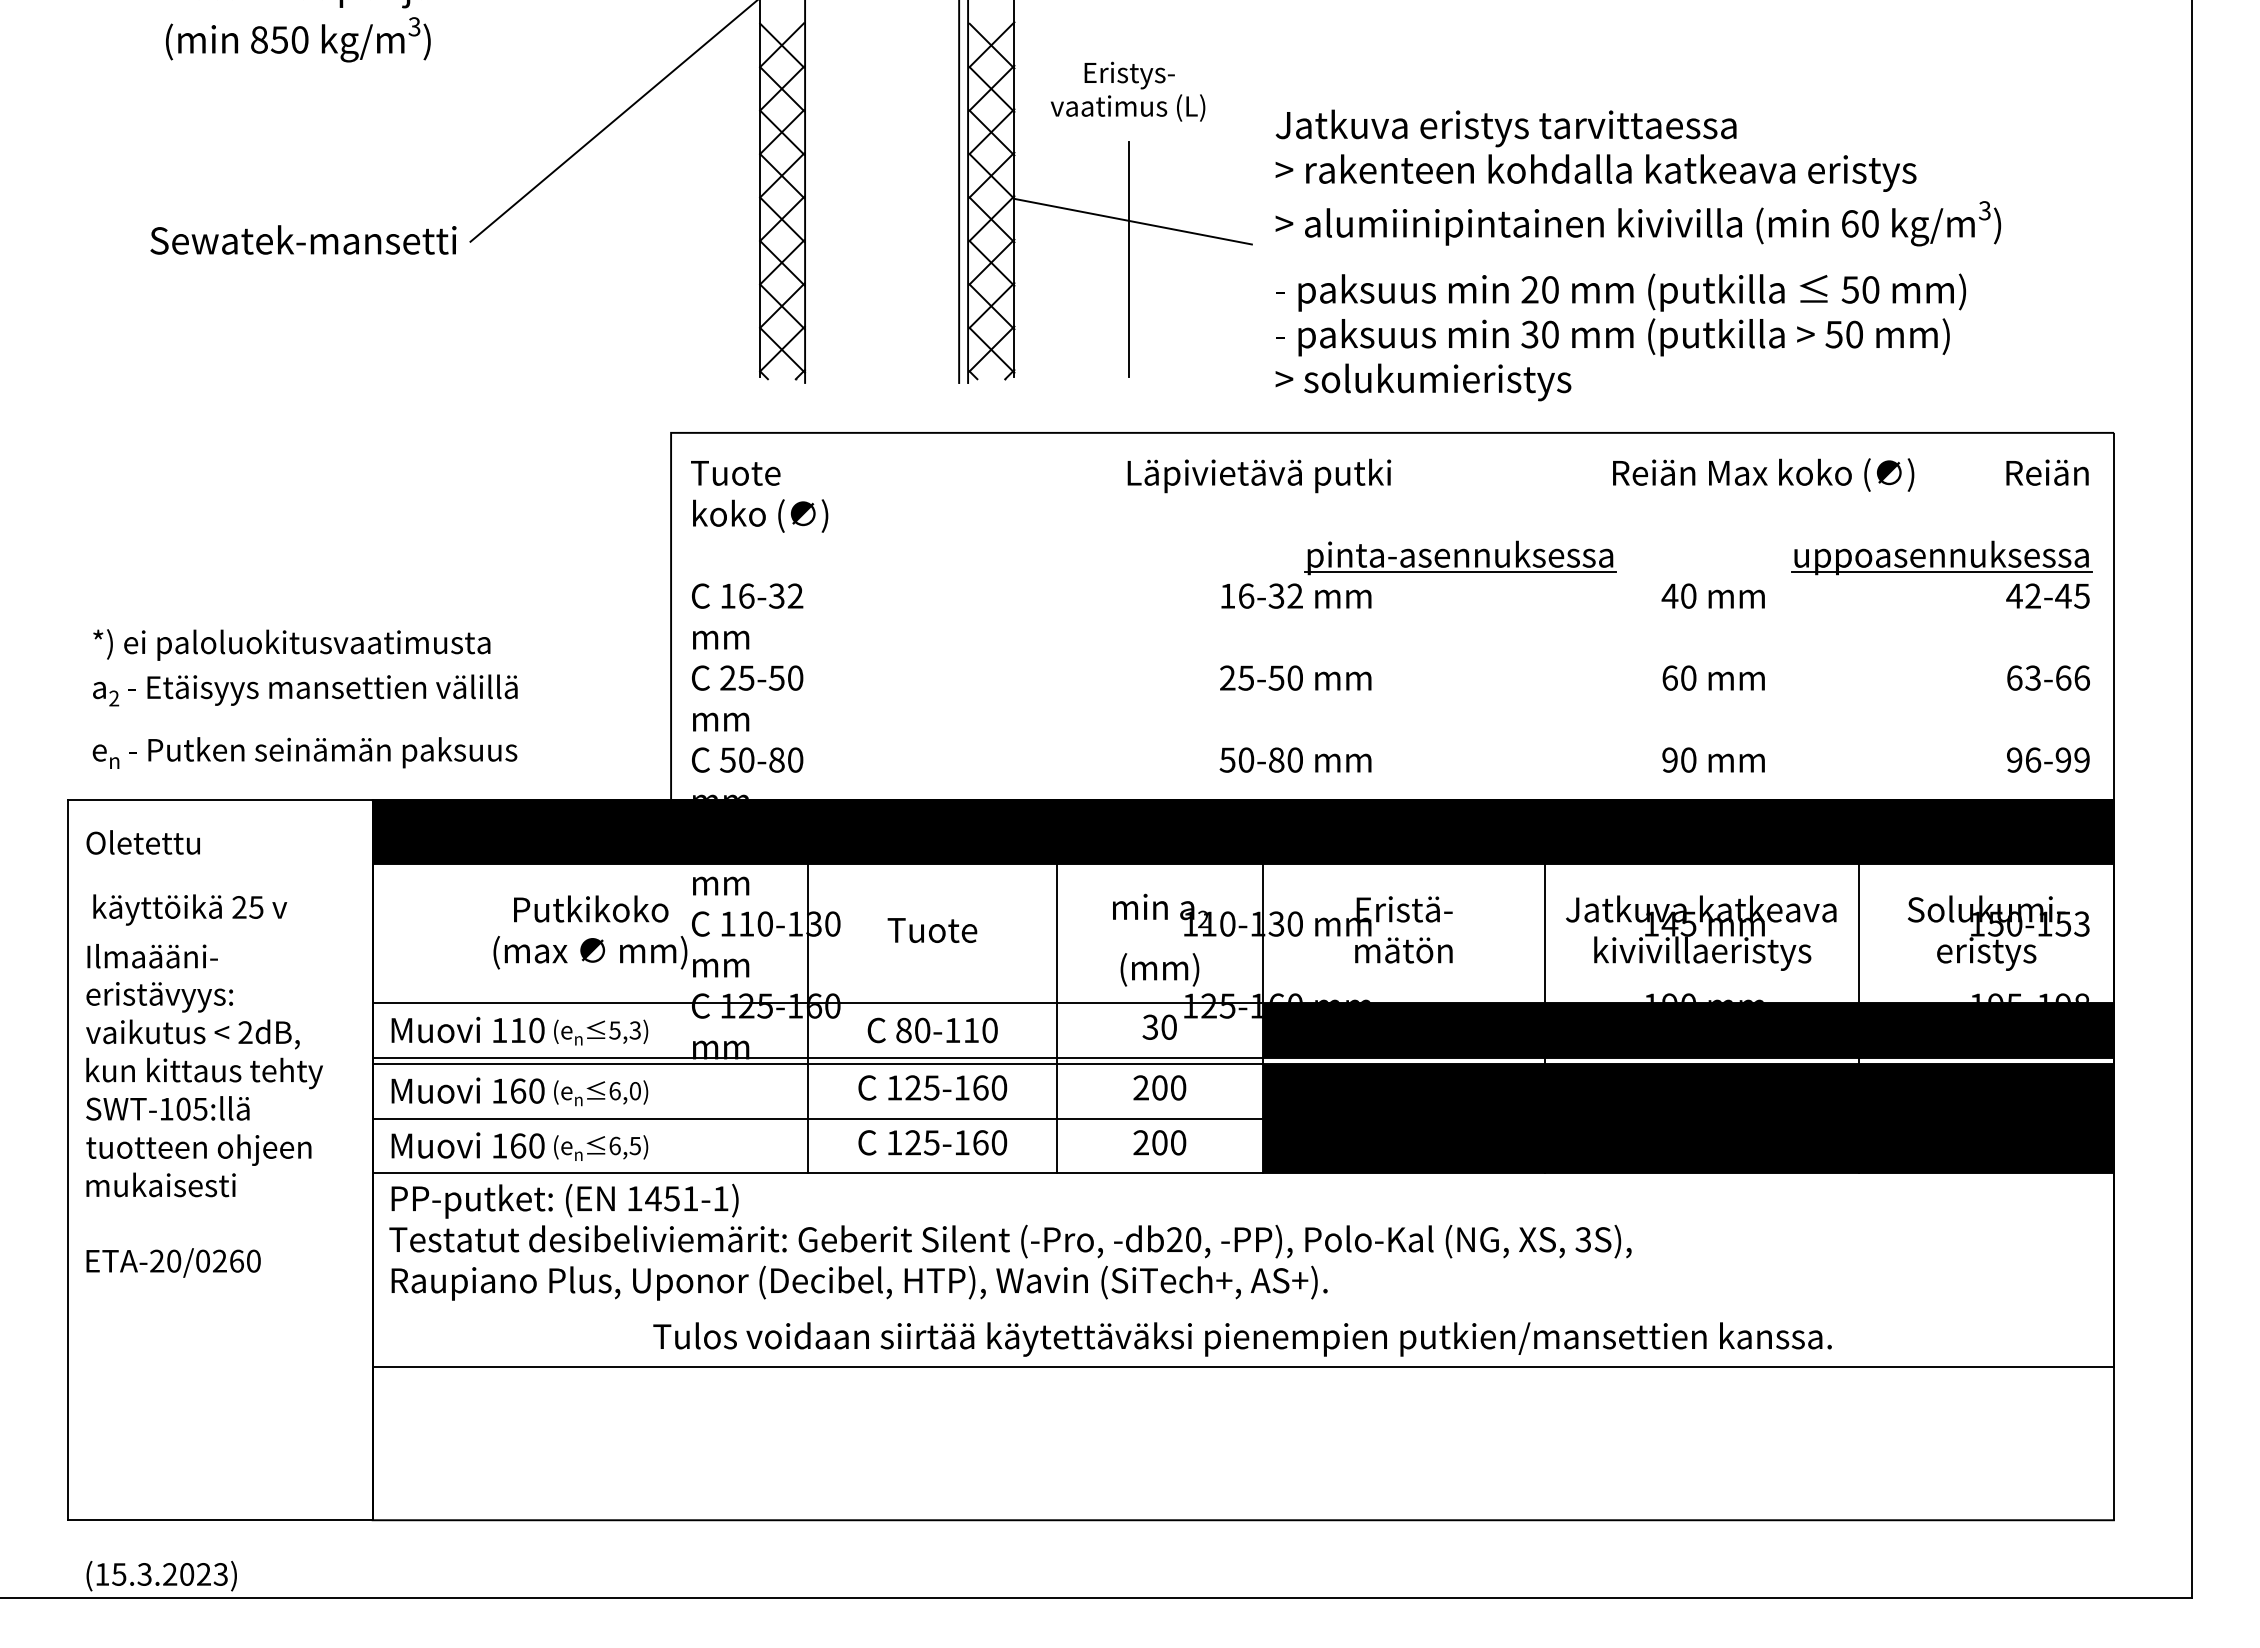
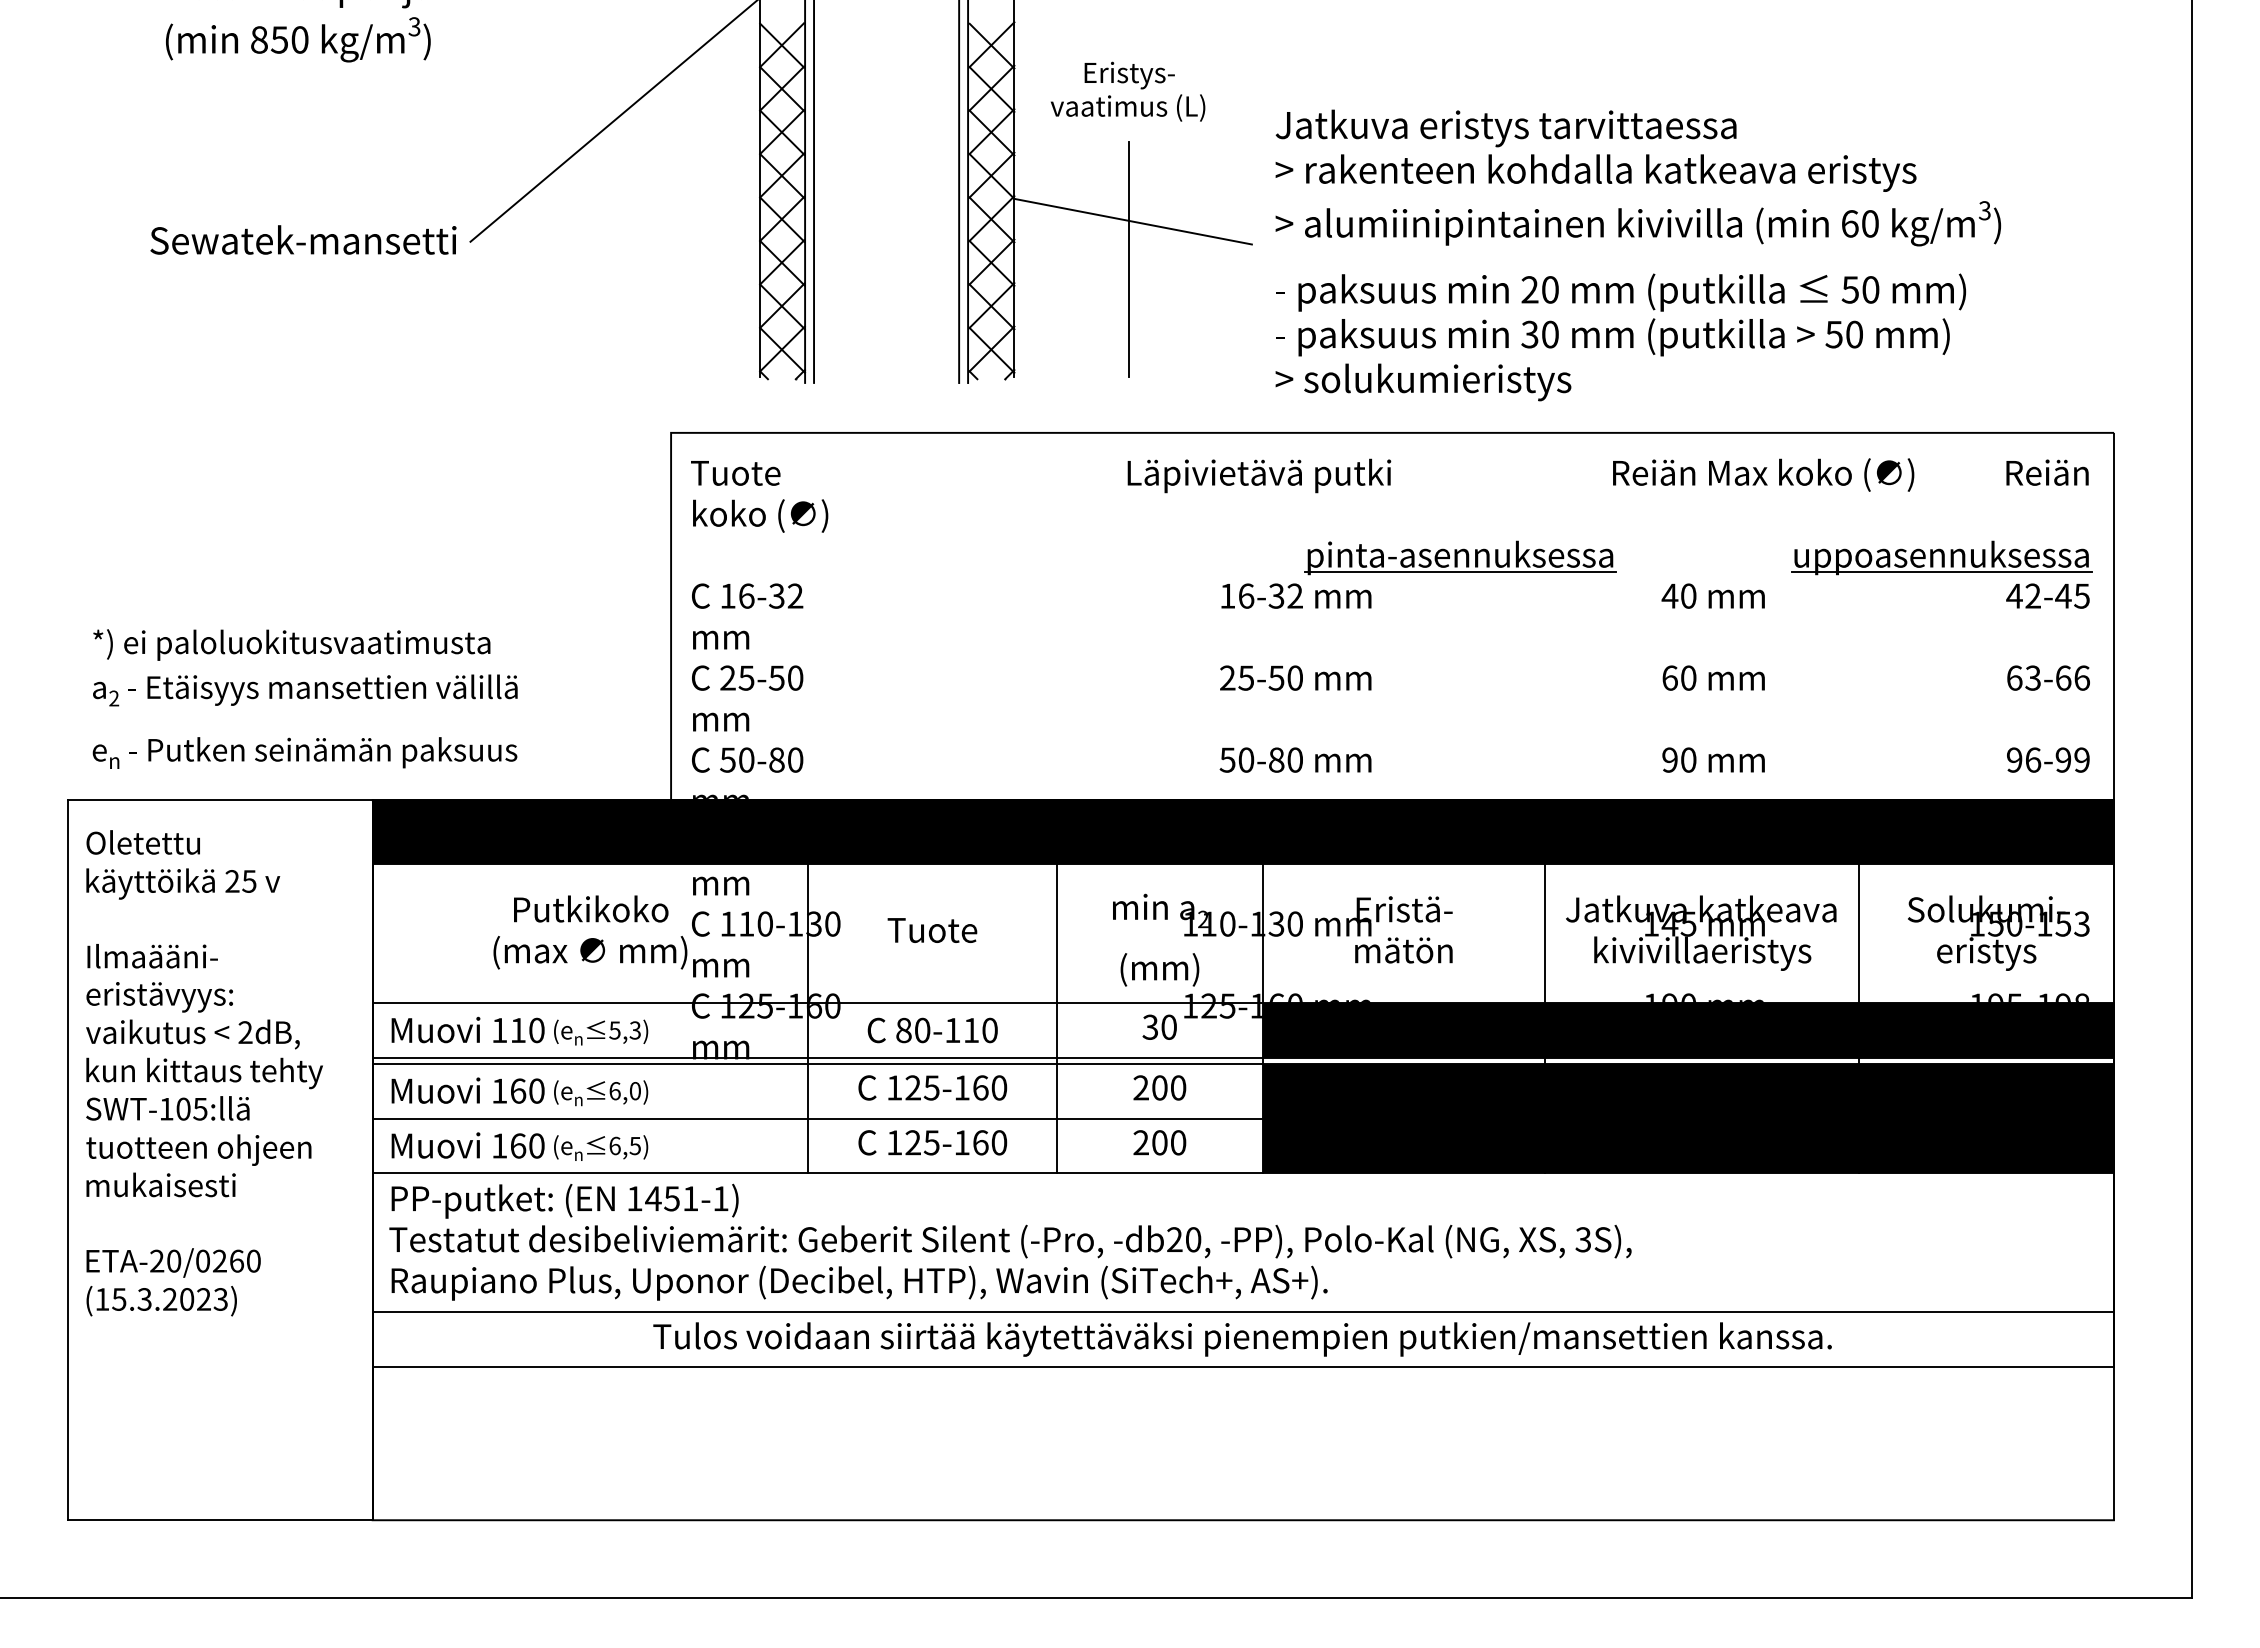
line at (814, 192): none -> present
text at (190, 909) position: (190, 909) -> (183, 883)
line at (1242, 1312): none -> present
text at (161, 1576) position: (161, 1576) -> (161, 1301)
